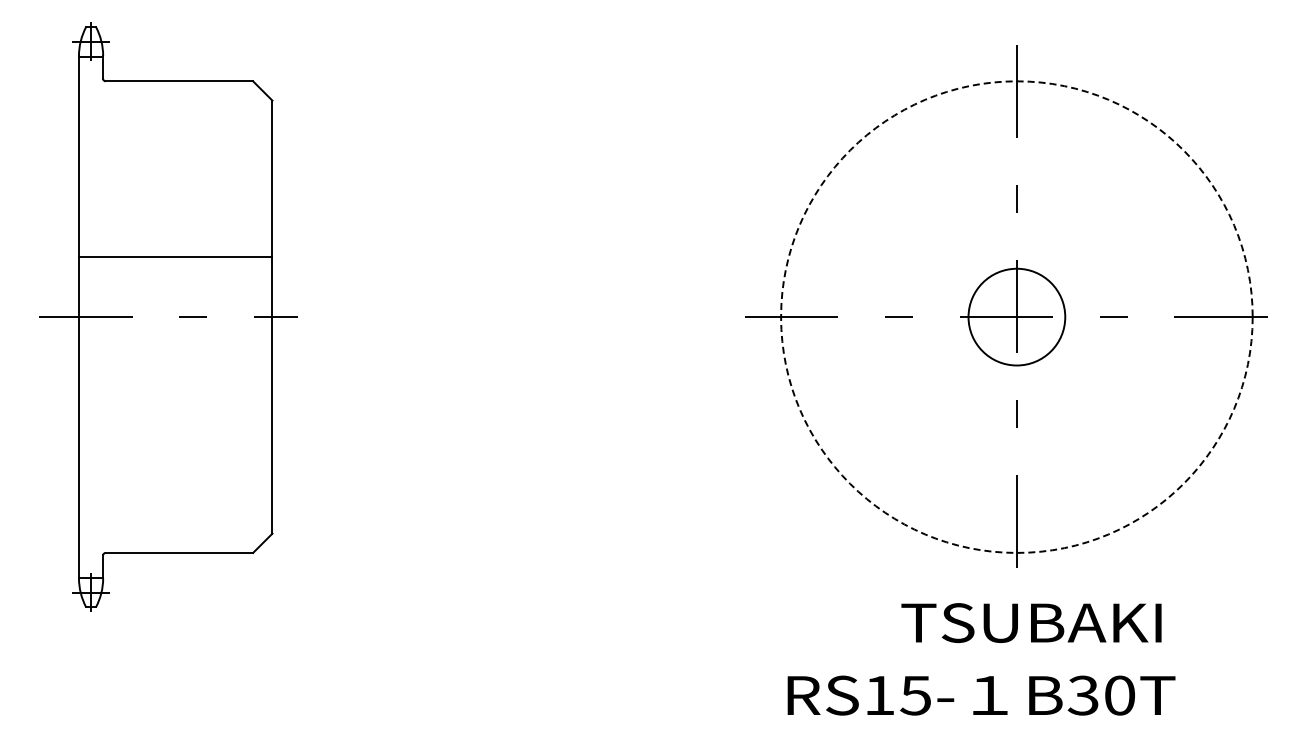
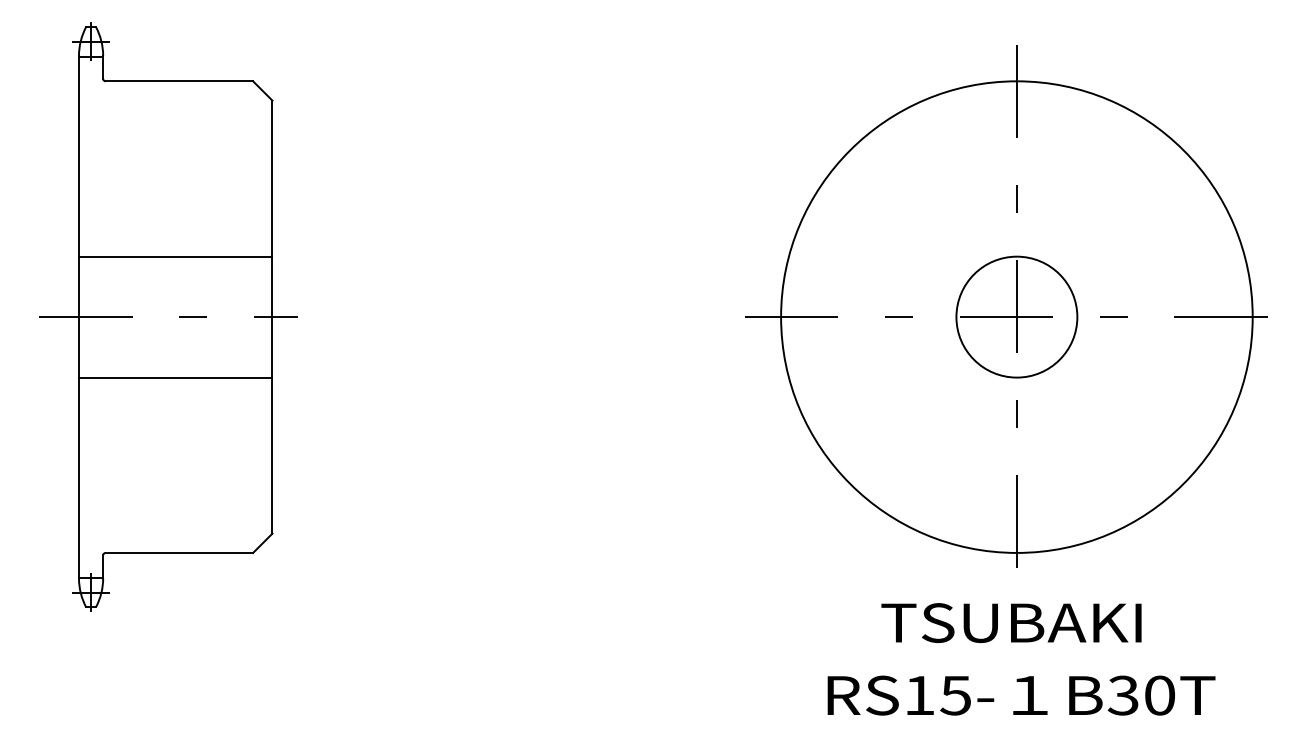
circle at (1016, 316) diameter: 97 px -> 121 px
circle at (1016, 316): dashed -> solid
line at (175, 377): none -> present
text at (1031, 622) position: (1031, 622) -> (1011, 622)
text at (981, 695) position: (981, 695) -> (1021, 695)
